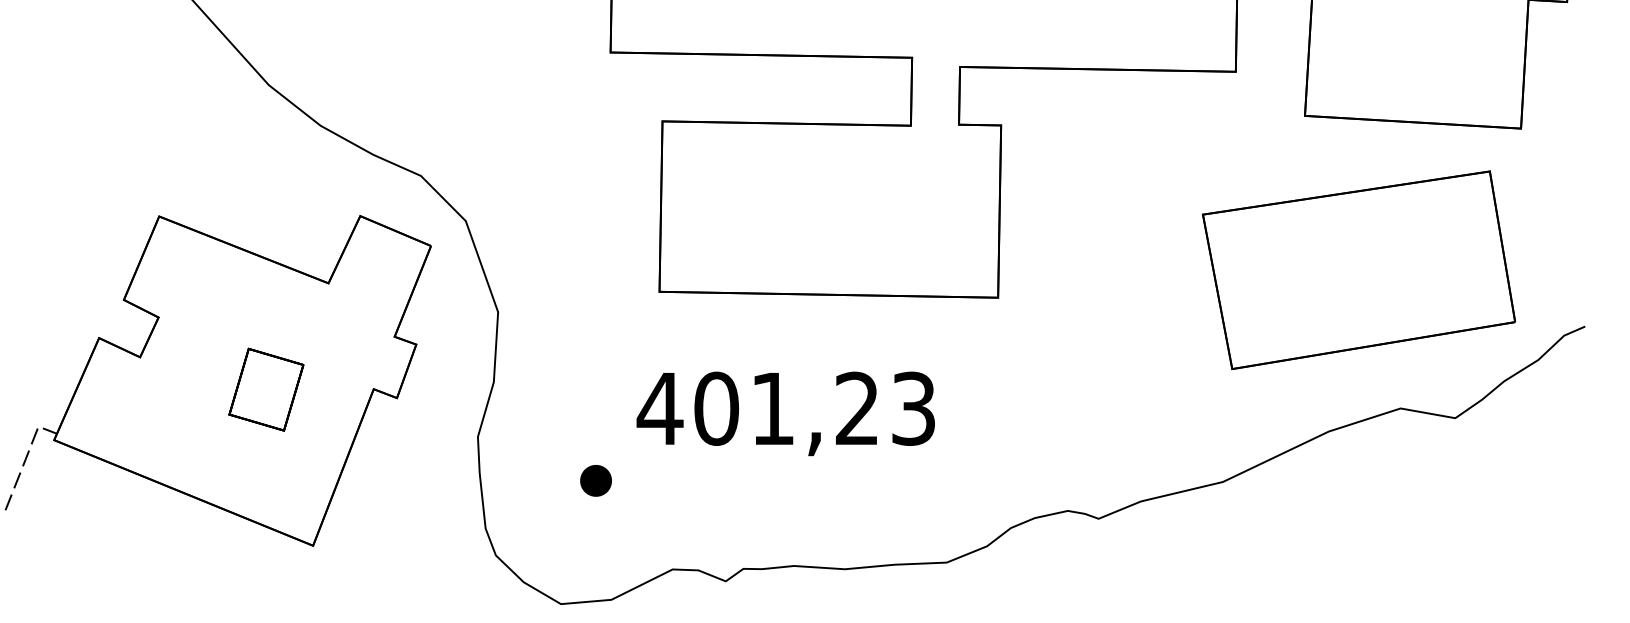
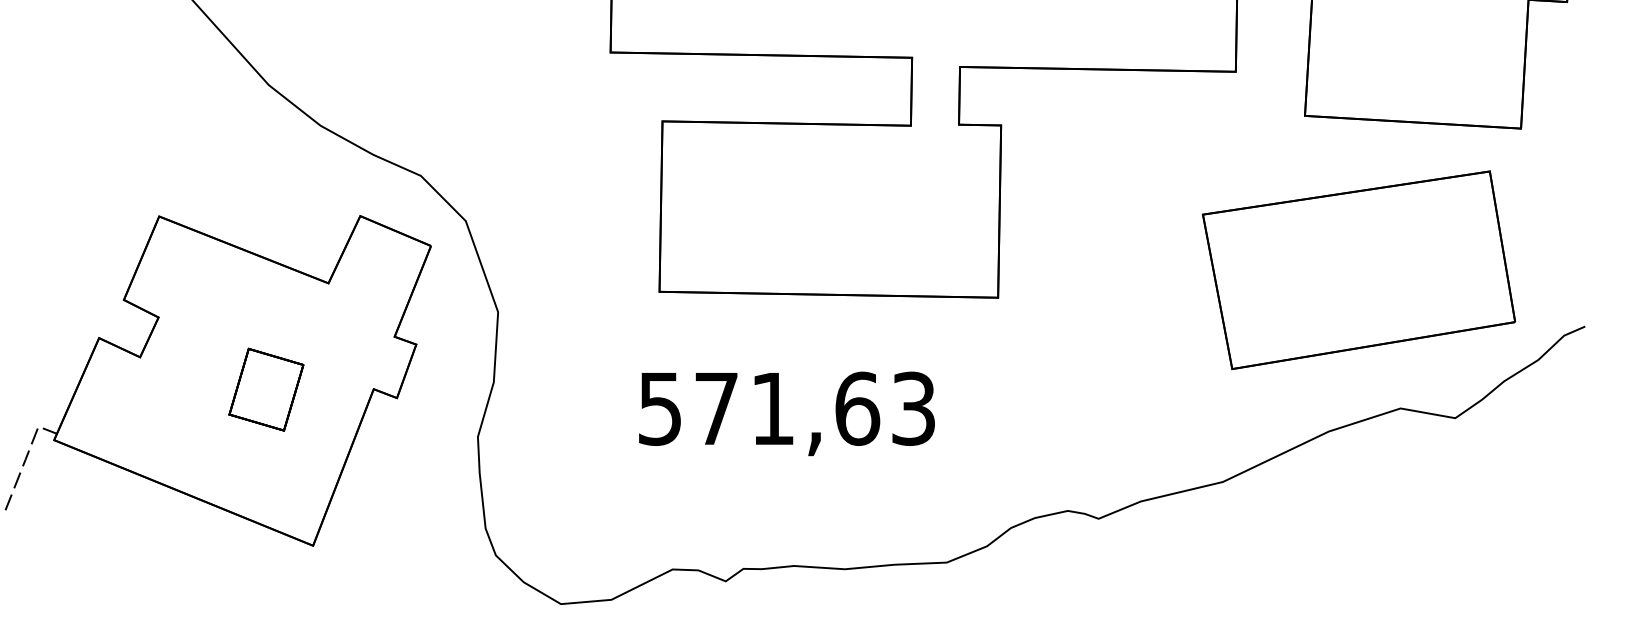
text at (758, 408): 401,23 -> 571,63
part at (595, 480): present -> none
